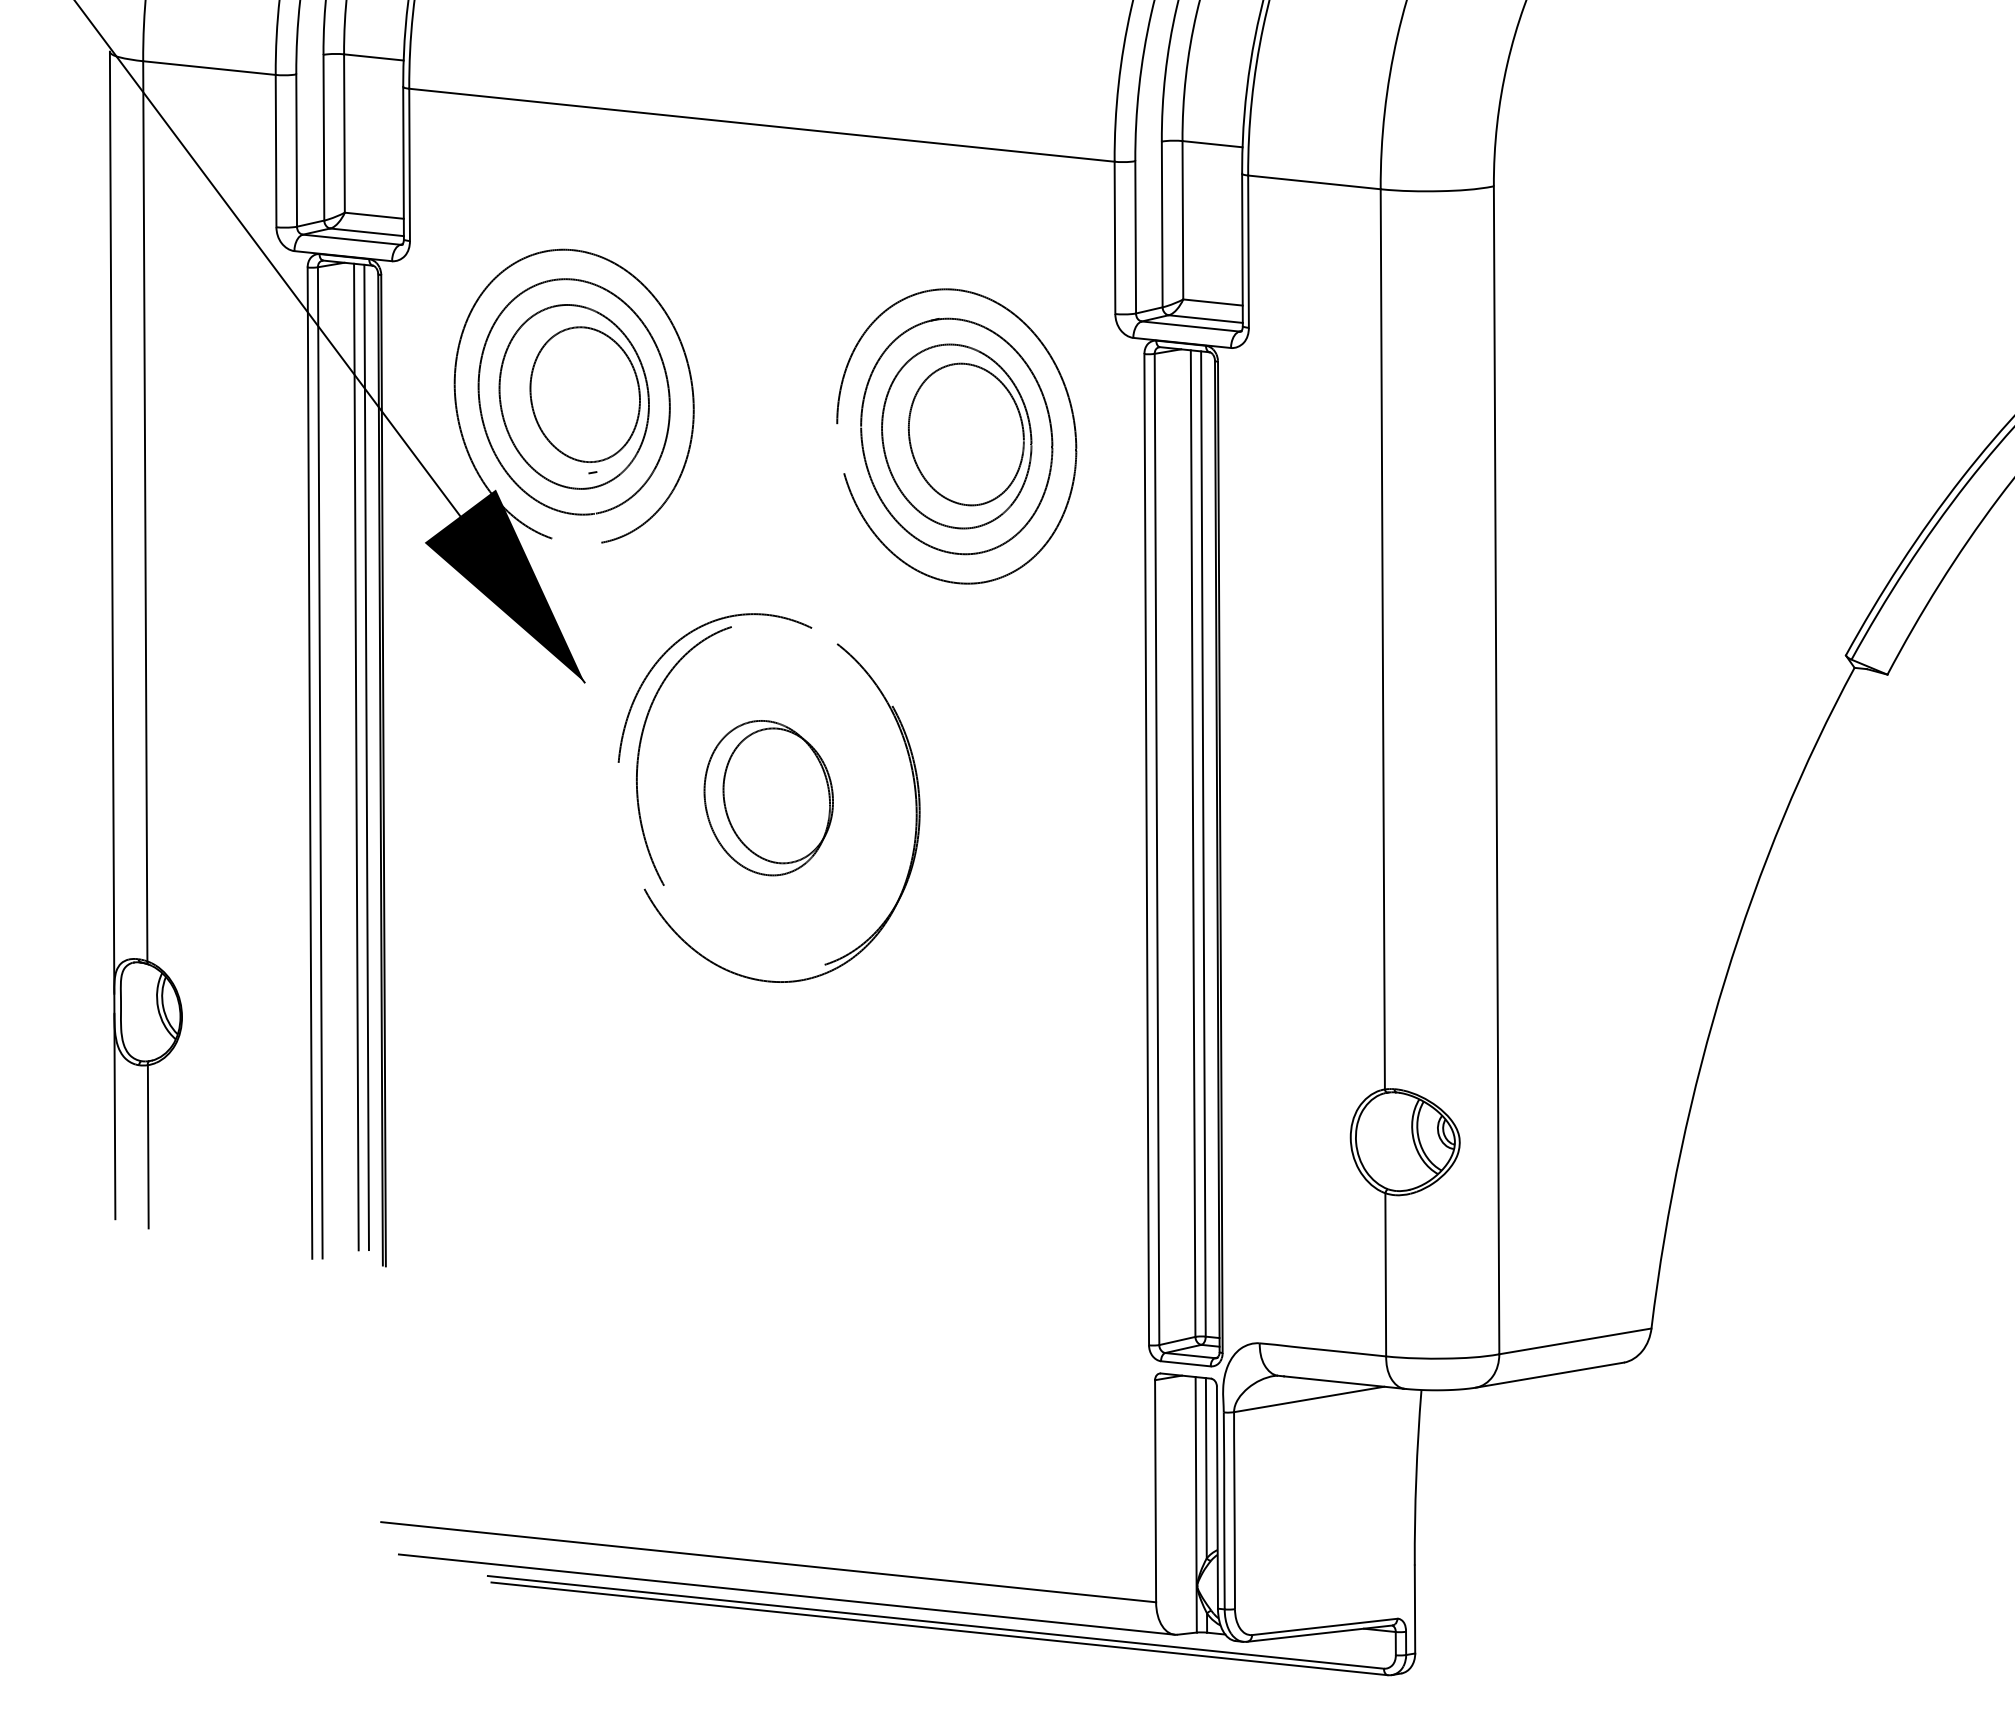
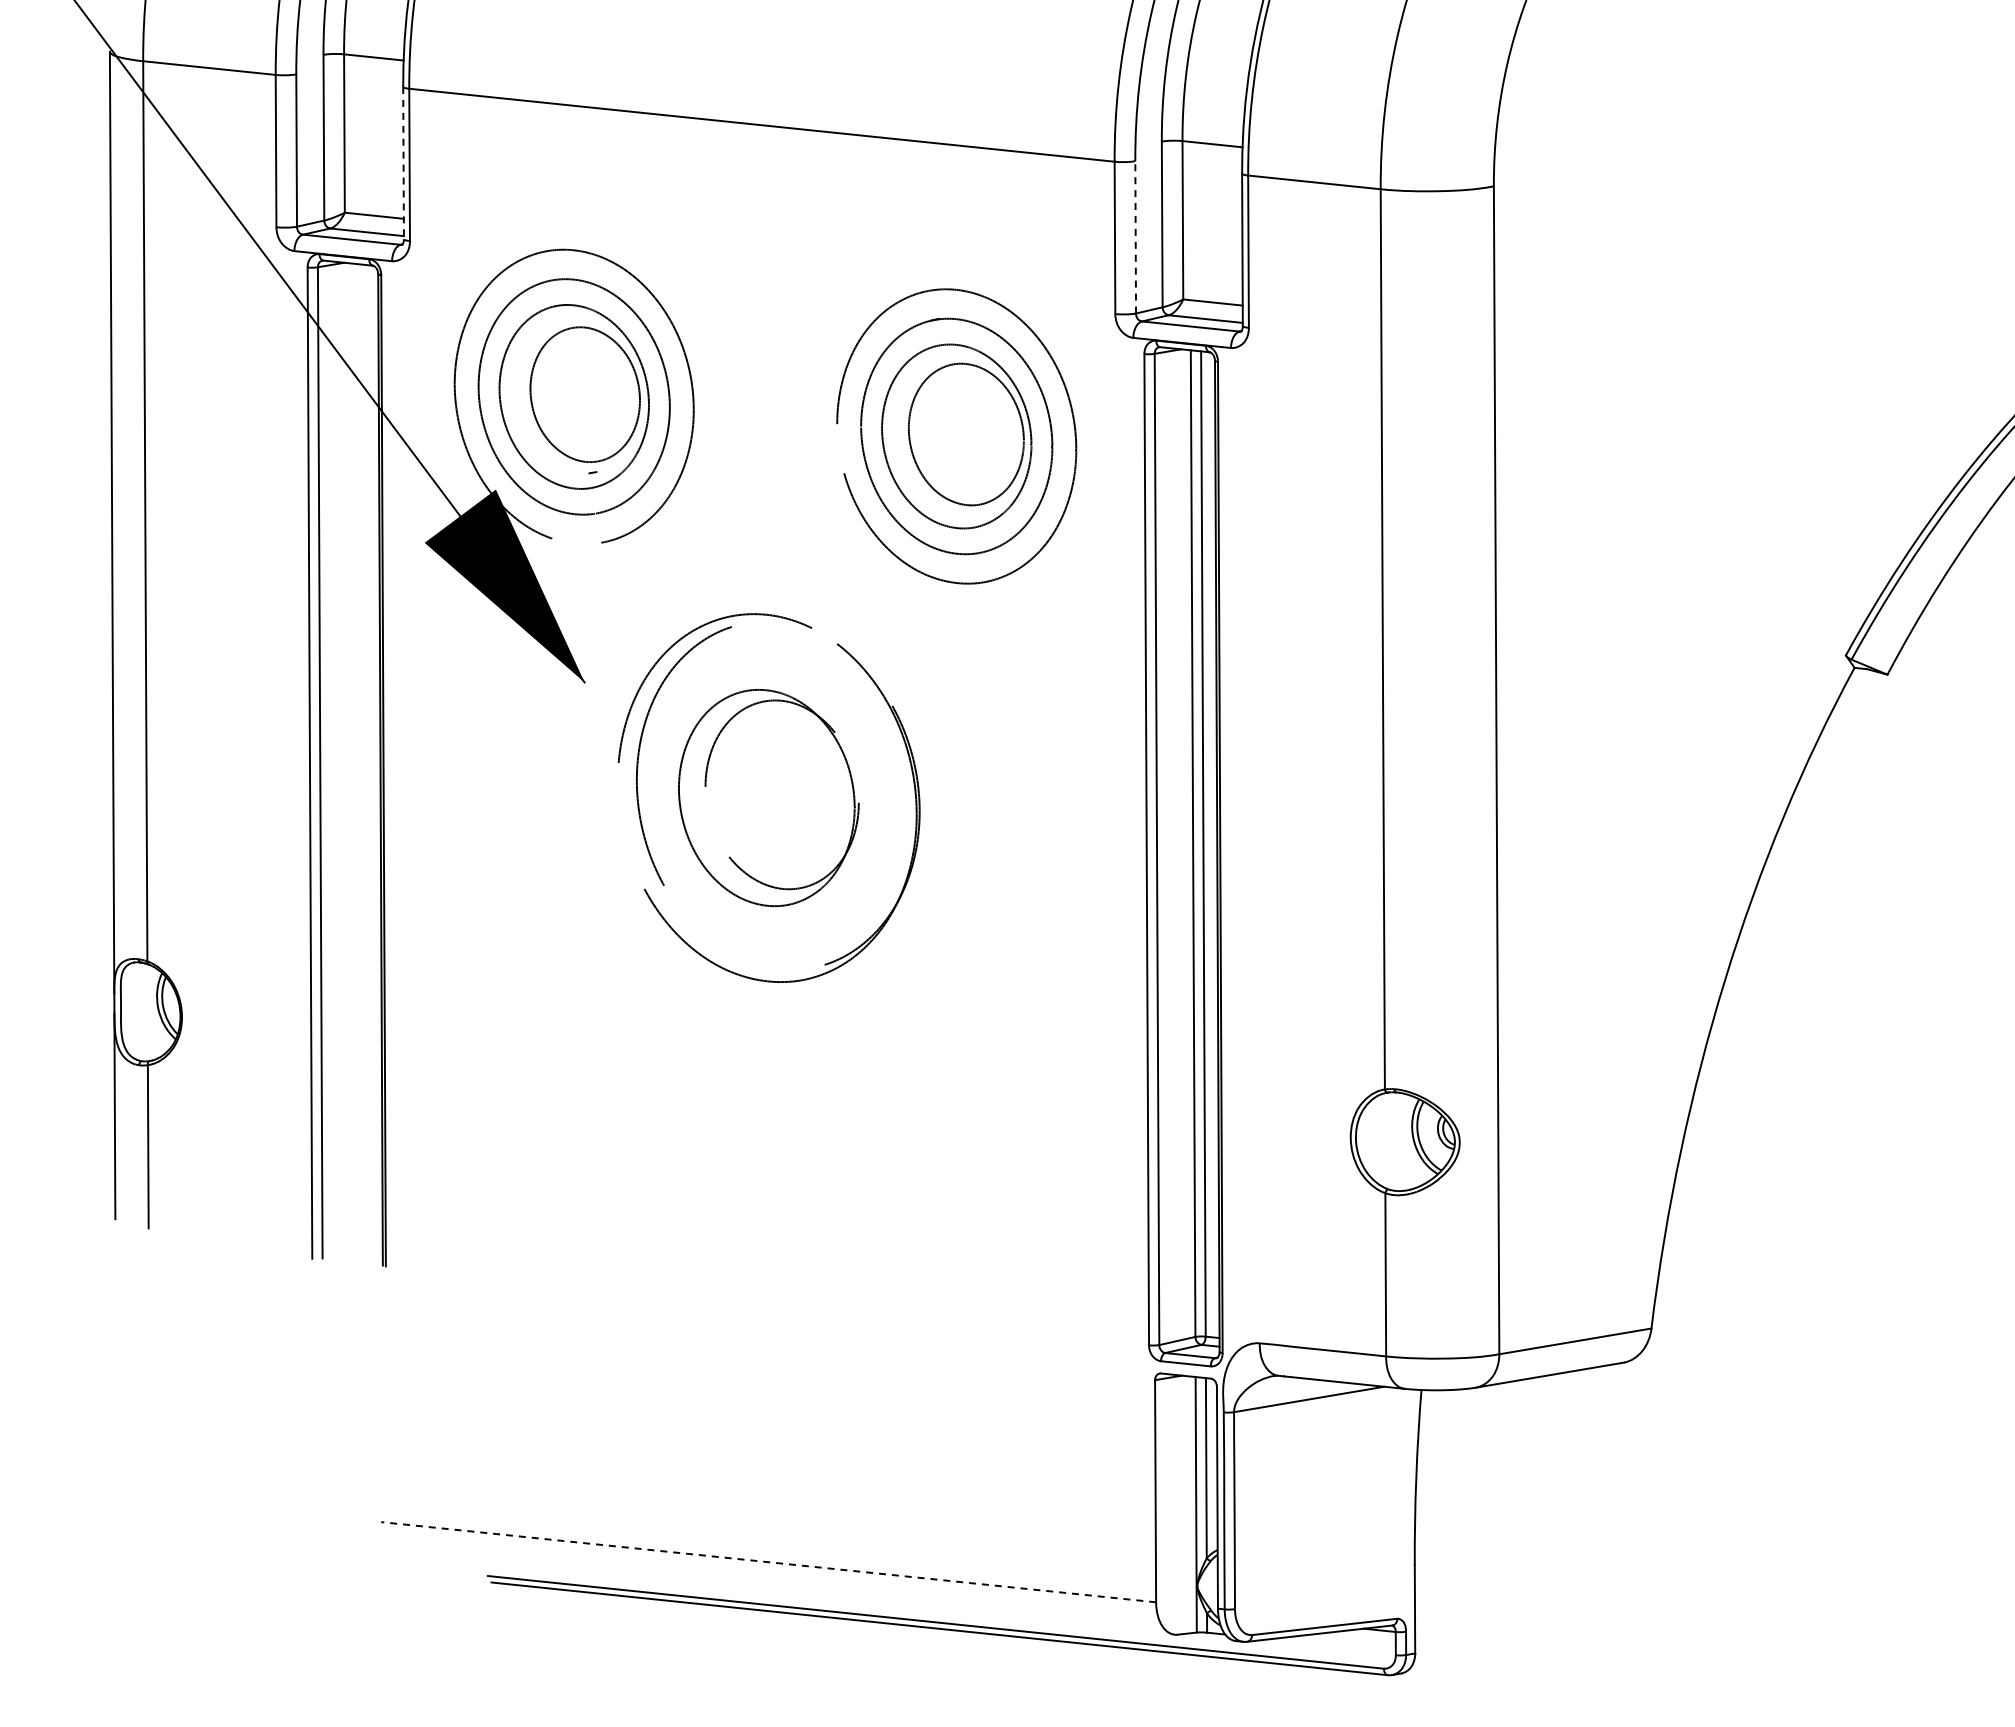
line at (403, 163): solid -> dashed
line at (1135, 236): solid -> dashed
line at (356, 756): present -> none
line at (366, 757): present -> none
part at (768, 798) size: 131x157 px -> 182x219 px
line at (768, 1562): solid -> dashed
line at (786, 1594): present -> none
